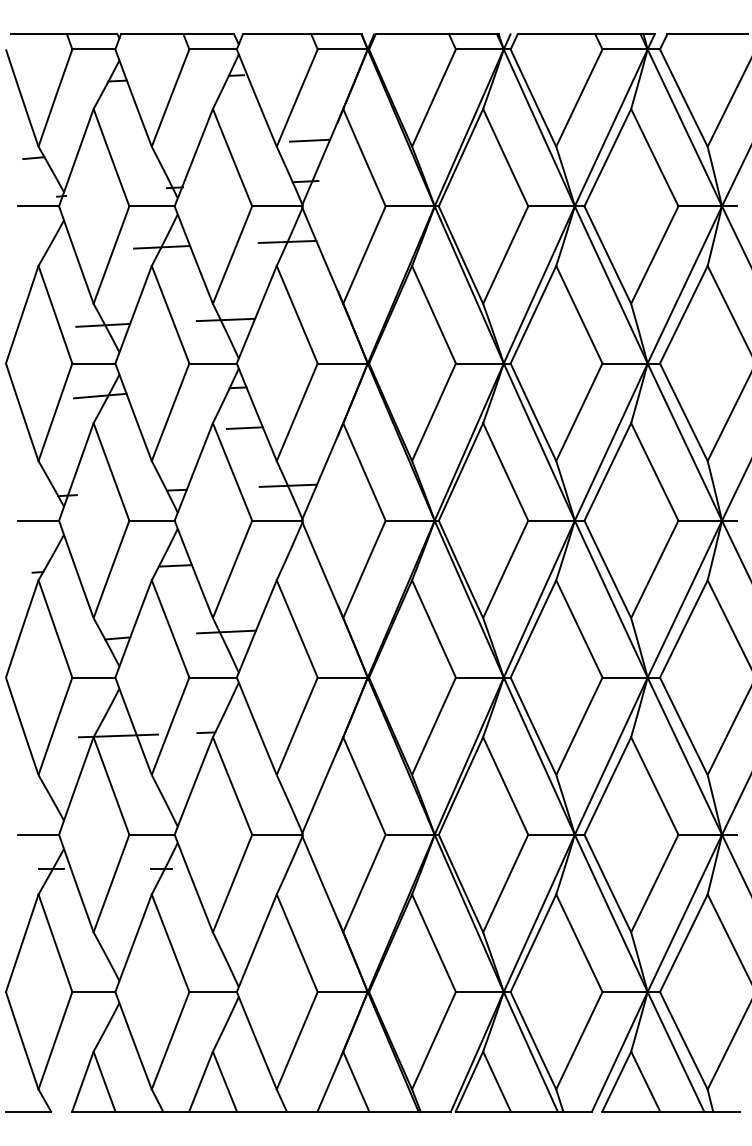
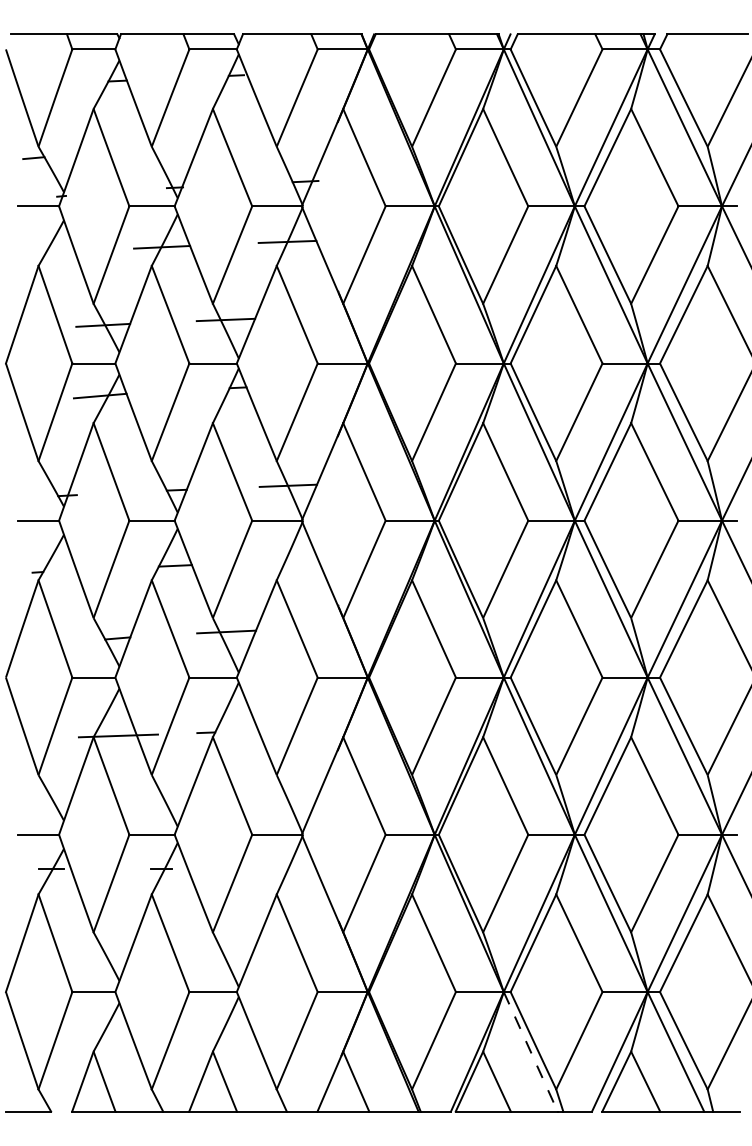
line at (309, 140): present -> none
line at (244, 427): present -> none
line at (530, 1051): solid -> dashed
